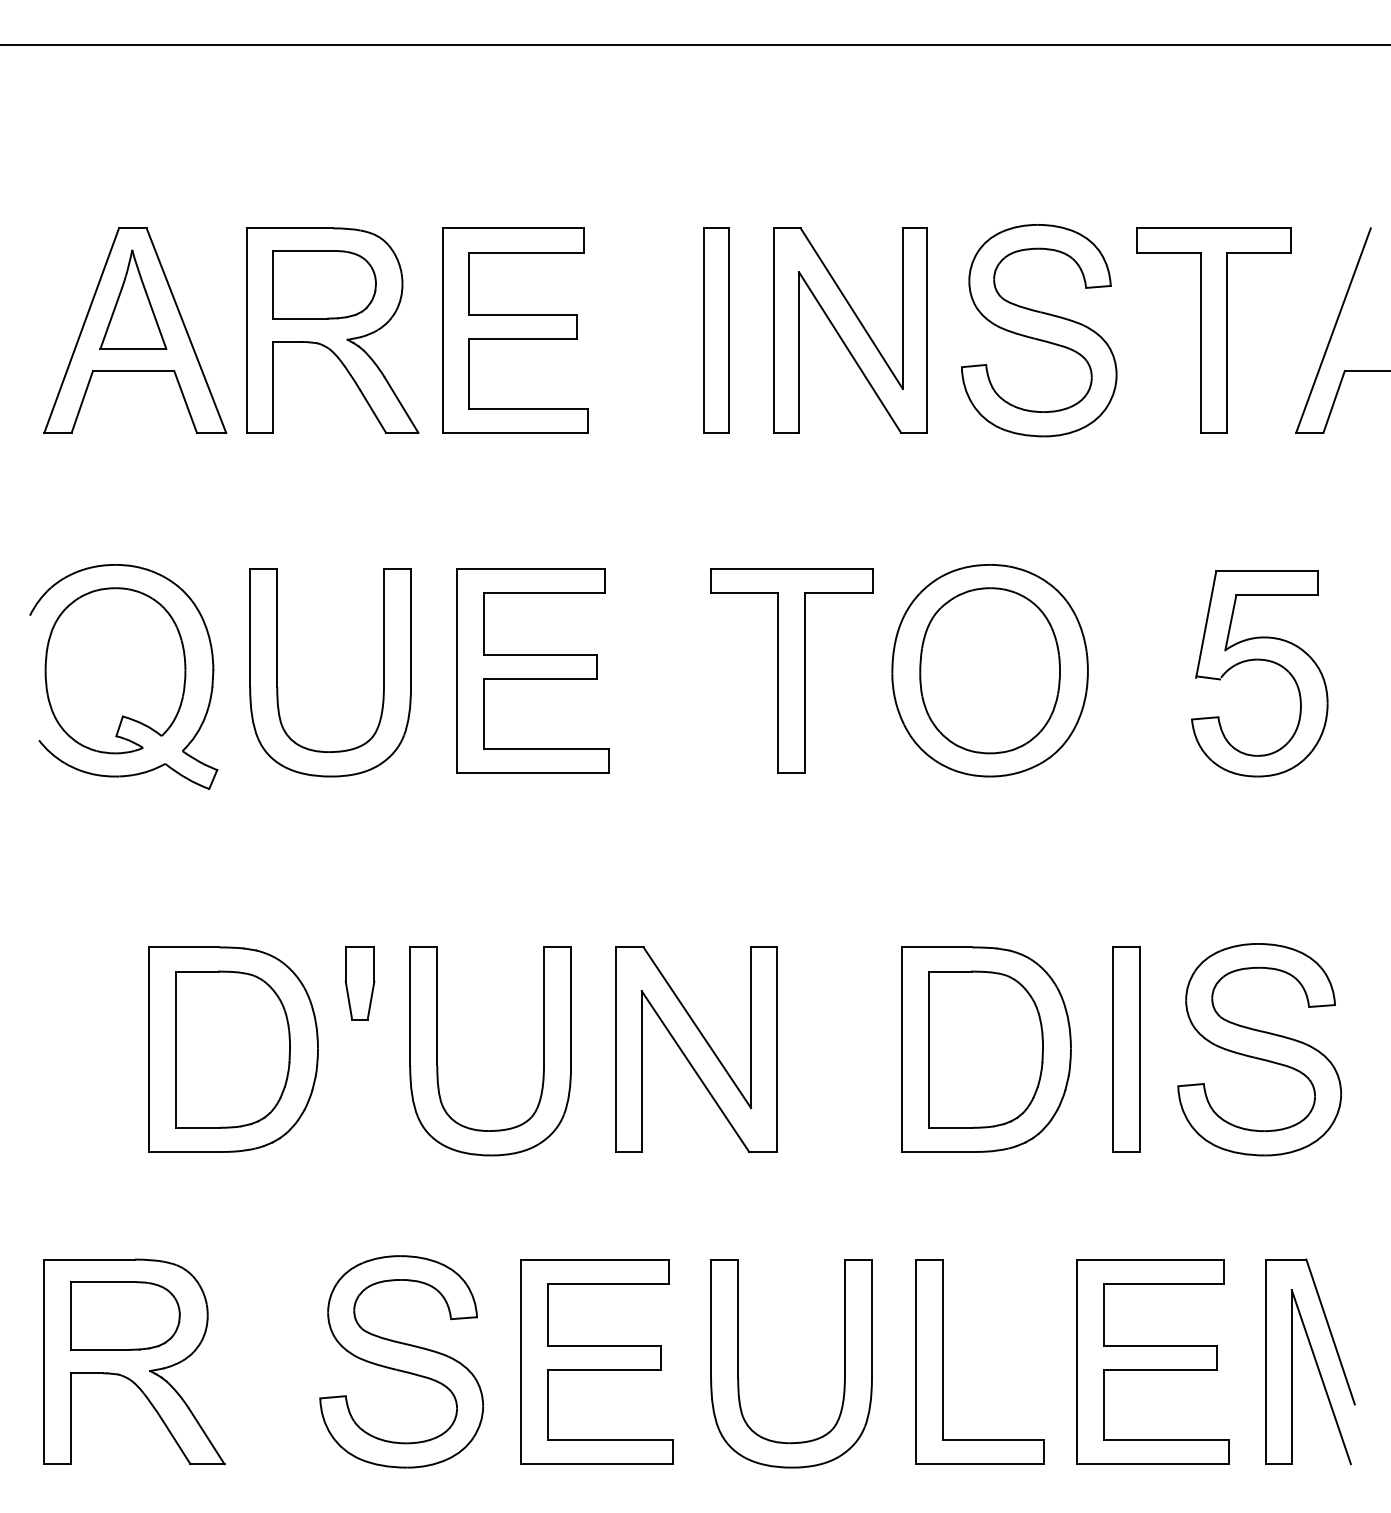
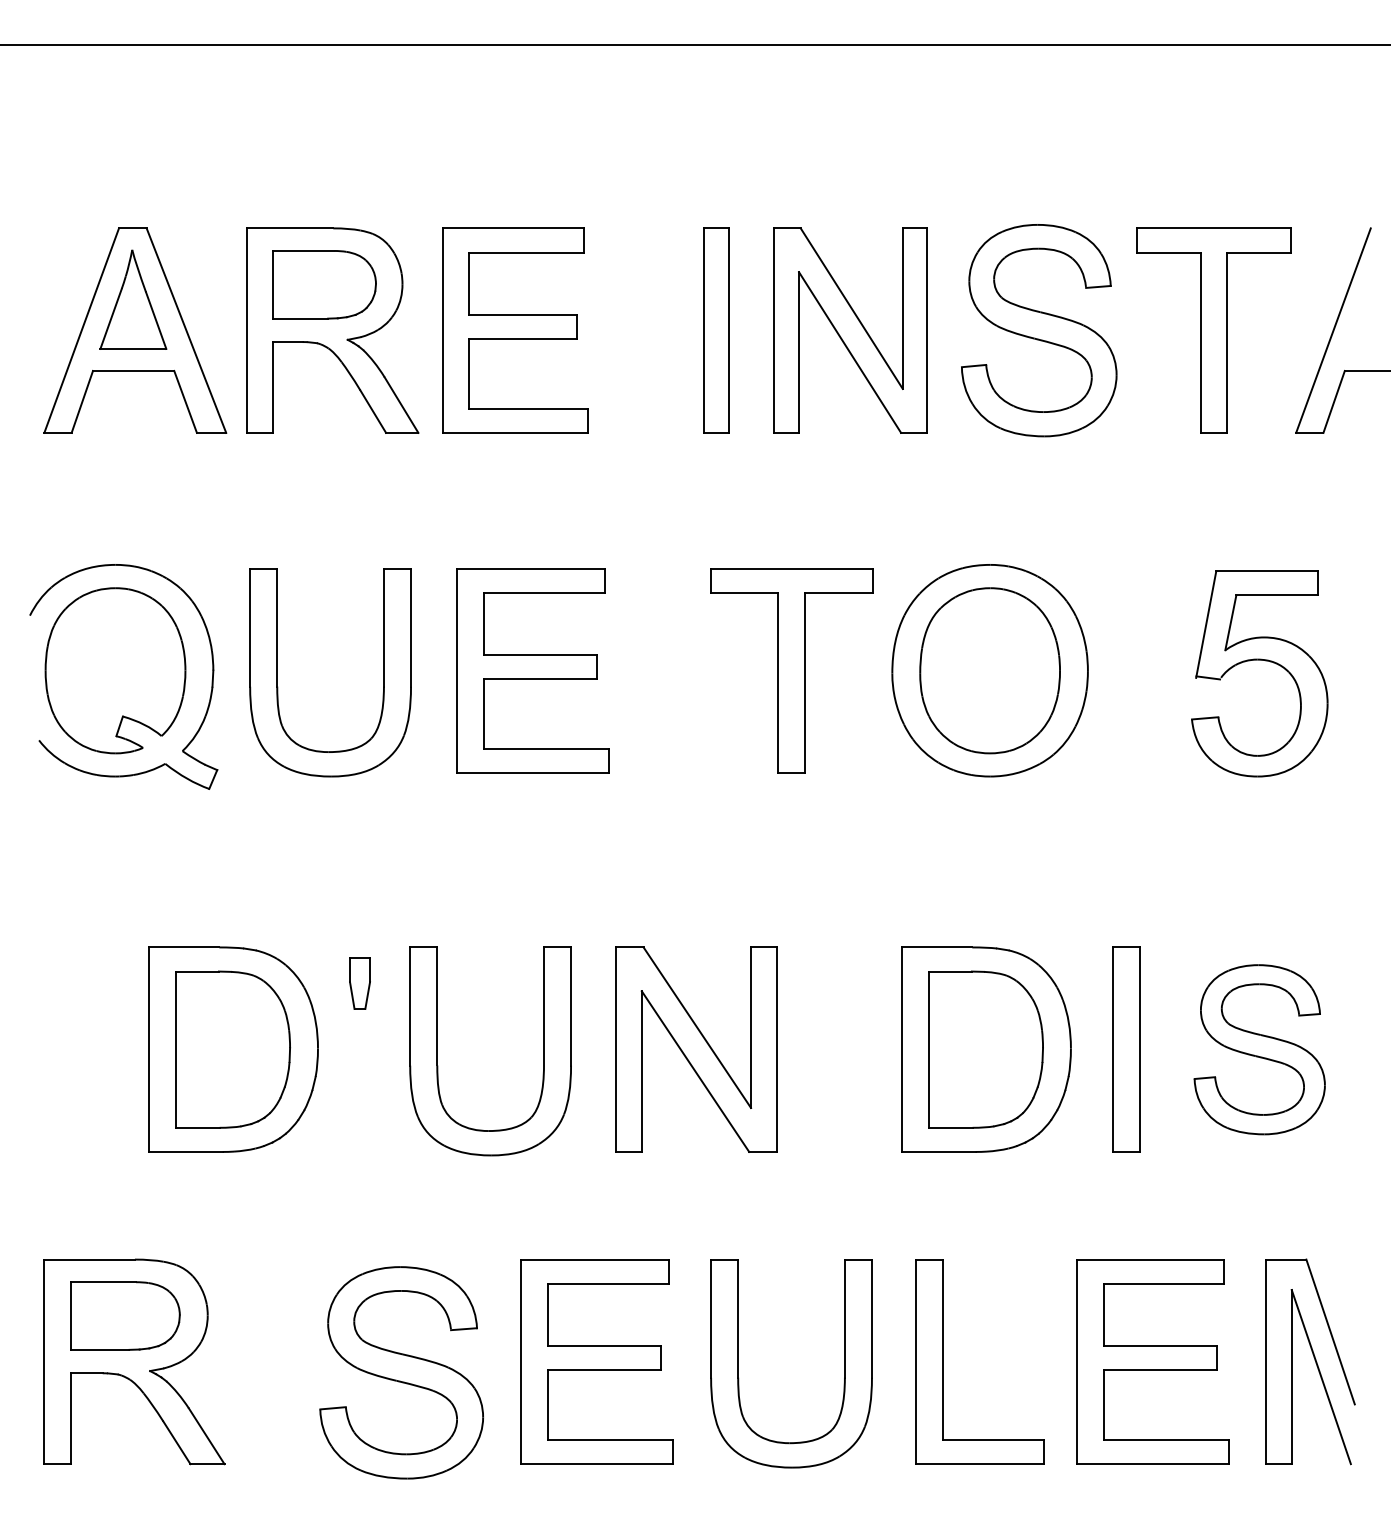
part at (359, 983) size: 32x75 px -> 22x53 px
part at (1259, 1049) size: 166x214 px -> 133x172 px
part at (401, 1361) position: (401, 1361) -> (401, 1372)
